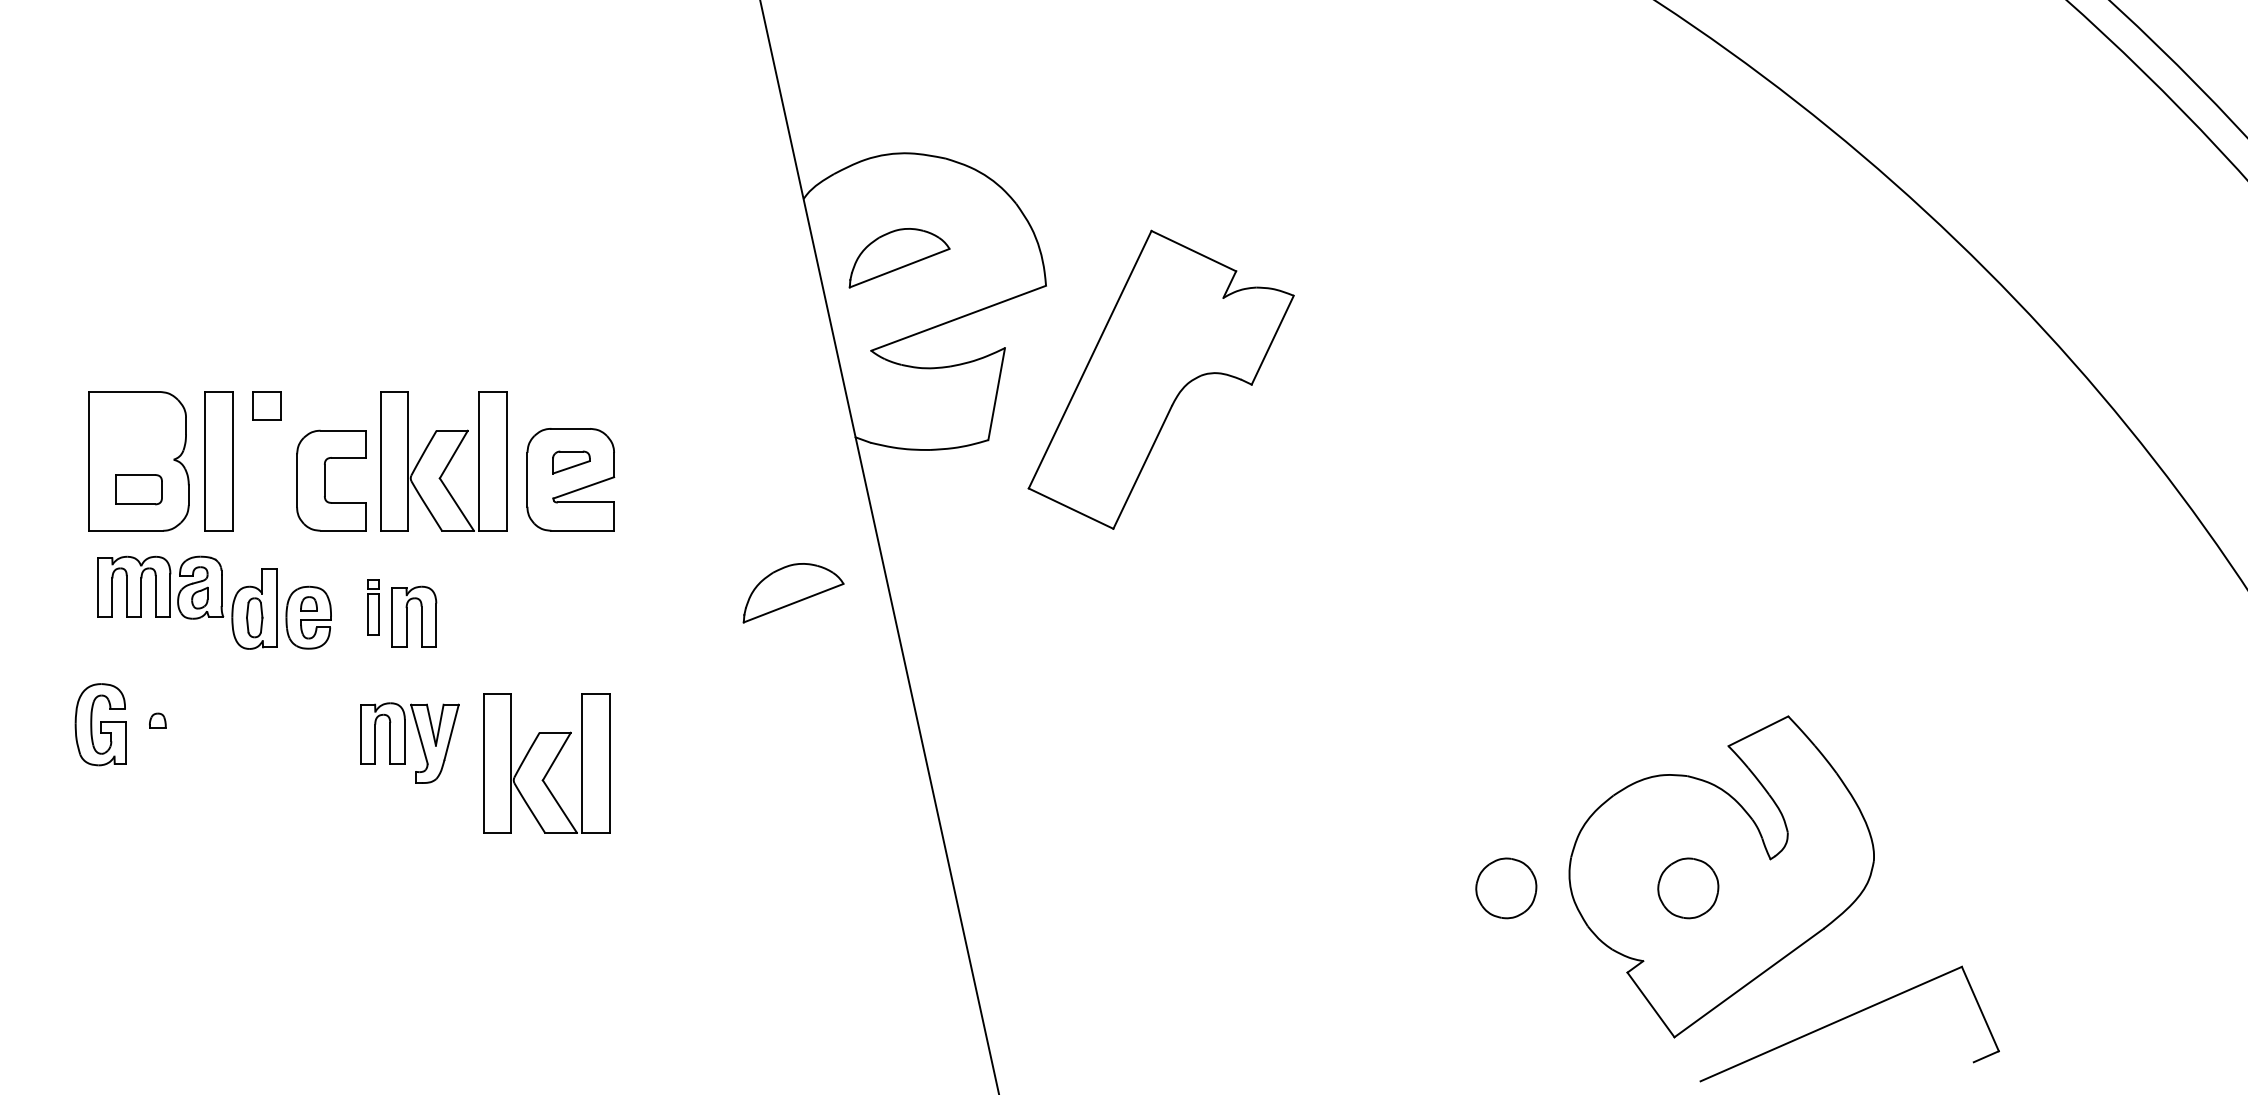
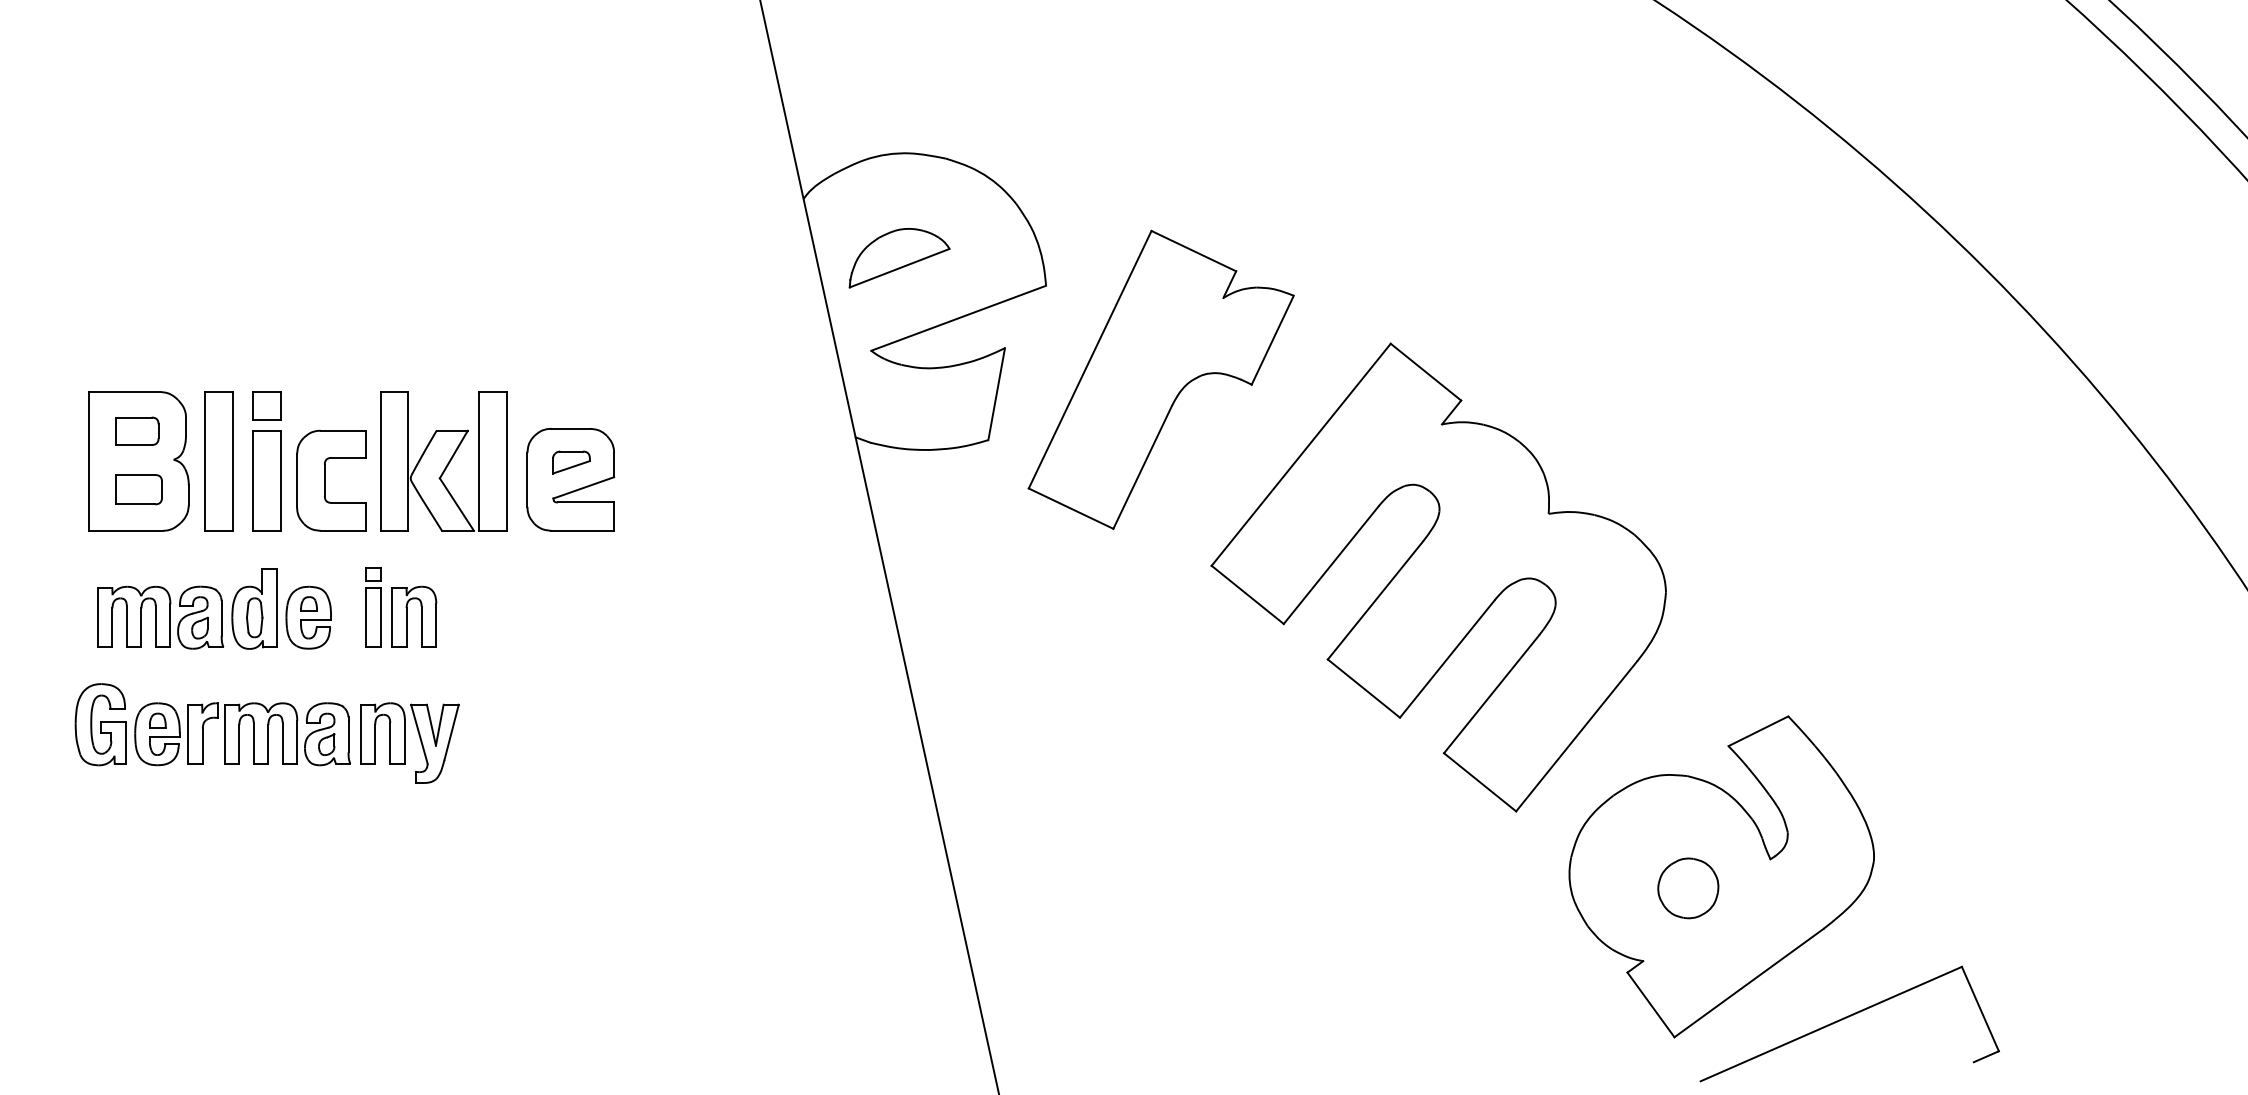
part at (137, 430): none -> present
part at (266, 480): none -> present
part at (1438, 577): none -> present
part at (160, 587) position: (160, 587) -> (160, 617)
part at (793, 593): present -> none
part at (373, 607) size: 13x57 px -> 17x81 px
part at (242, 734): none -> present
part at (546, 763): present -> none
part at (1506, 888): present -> none
